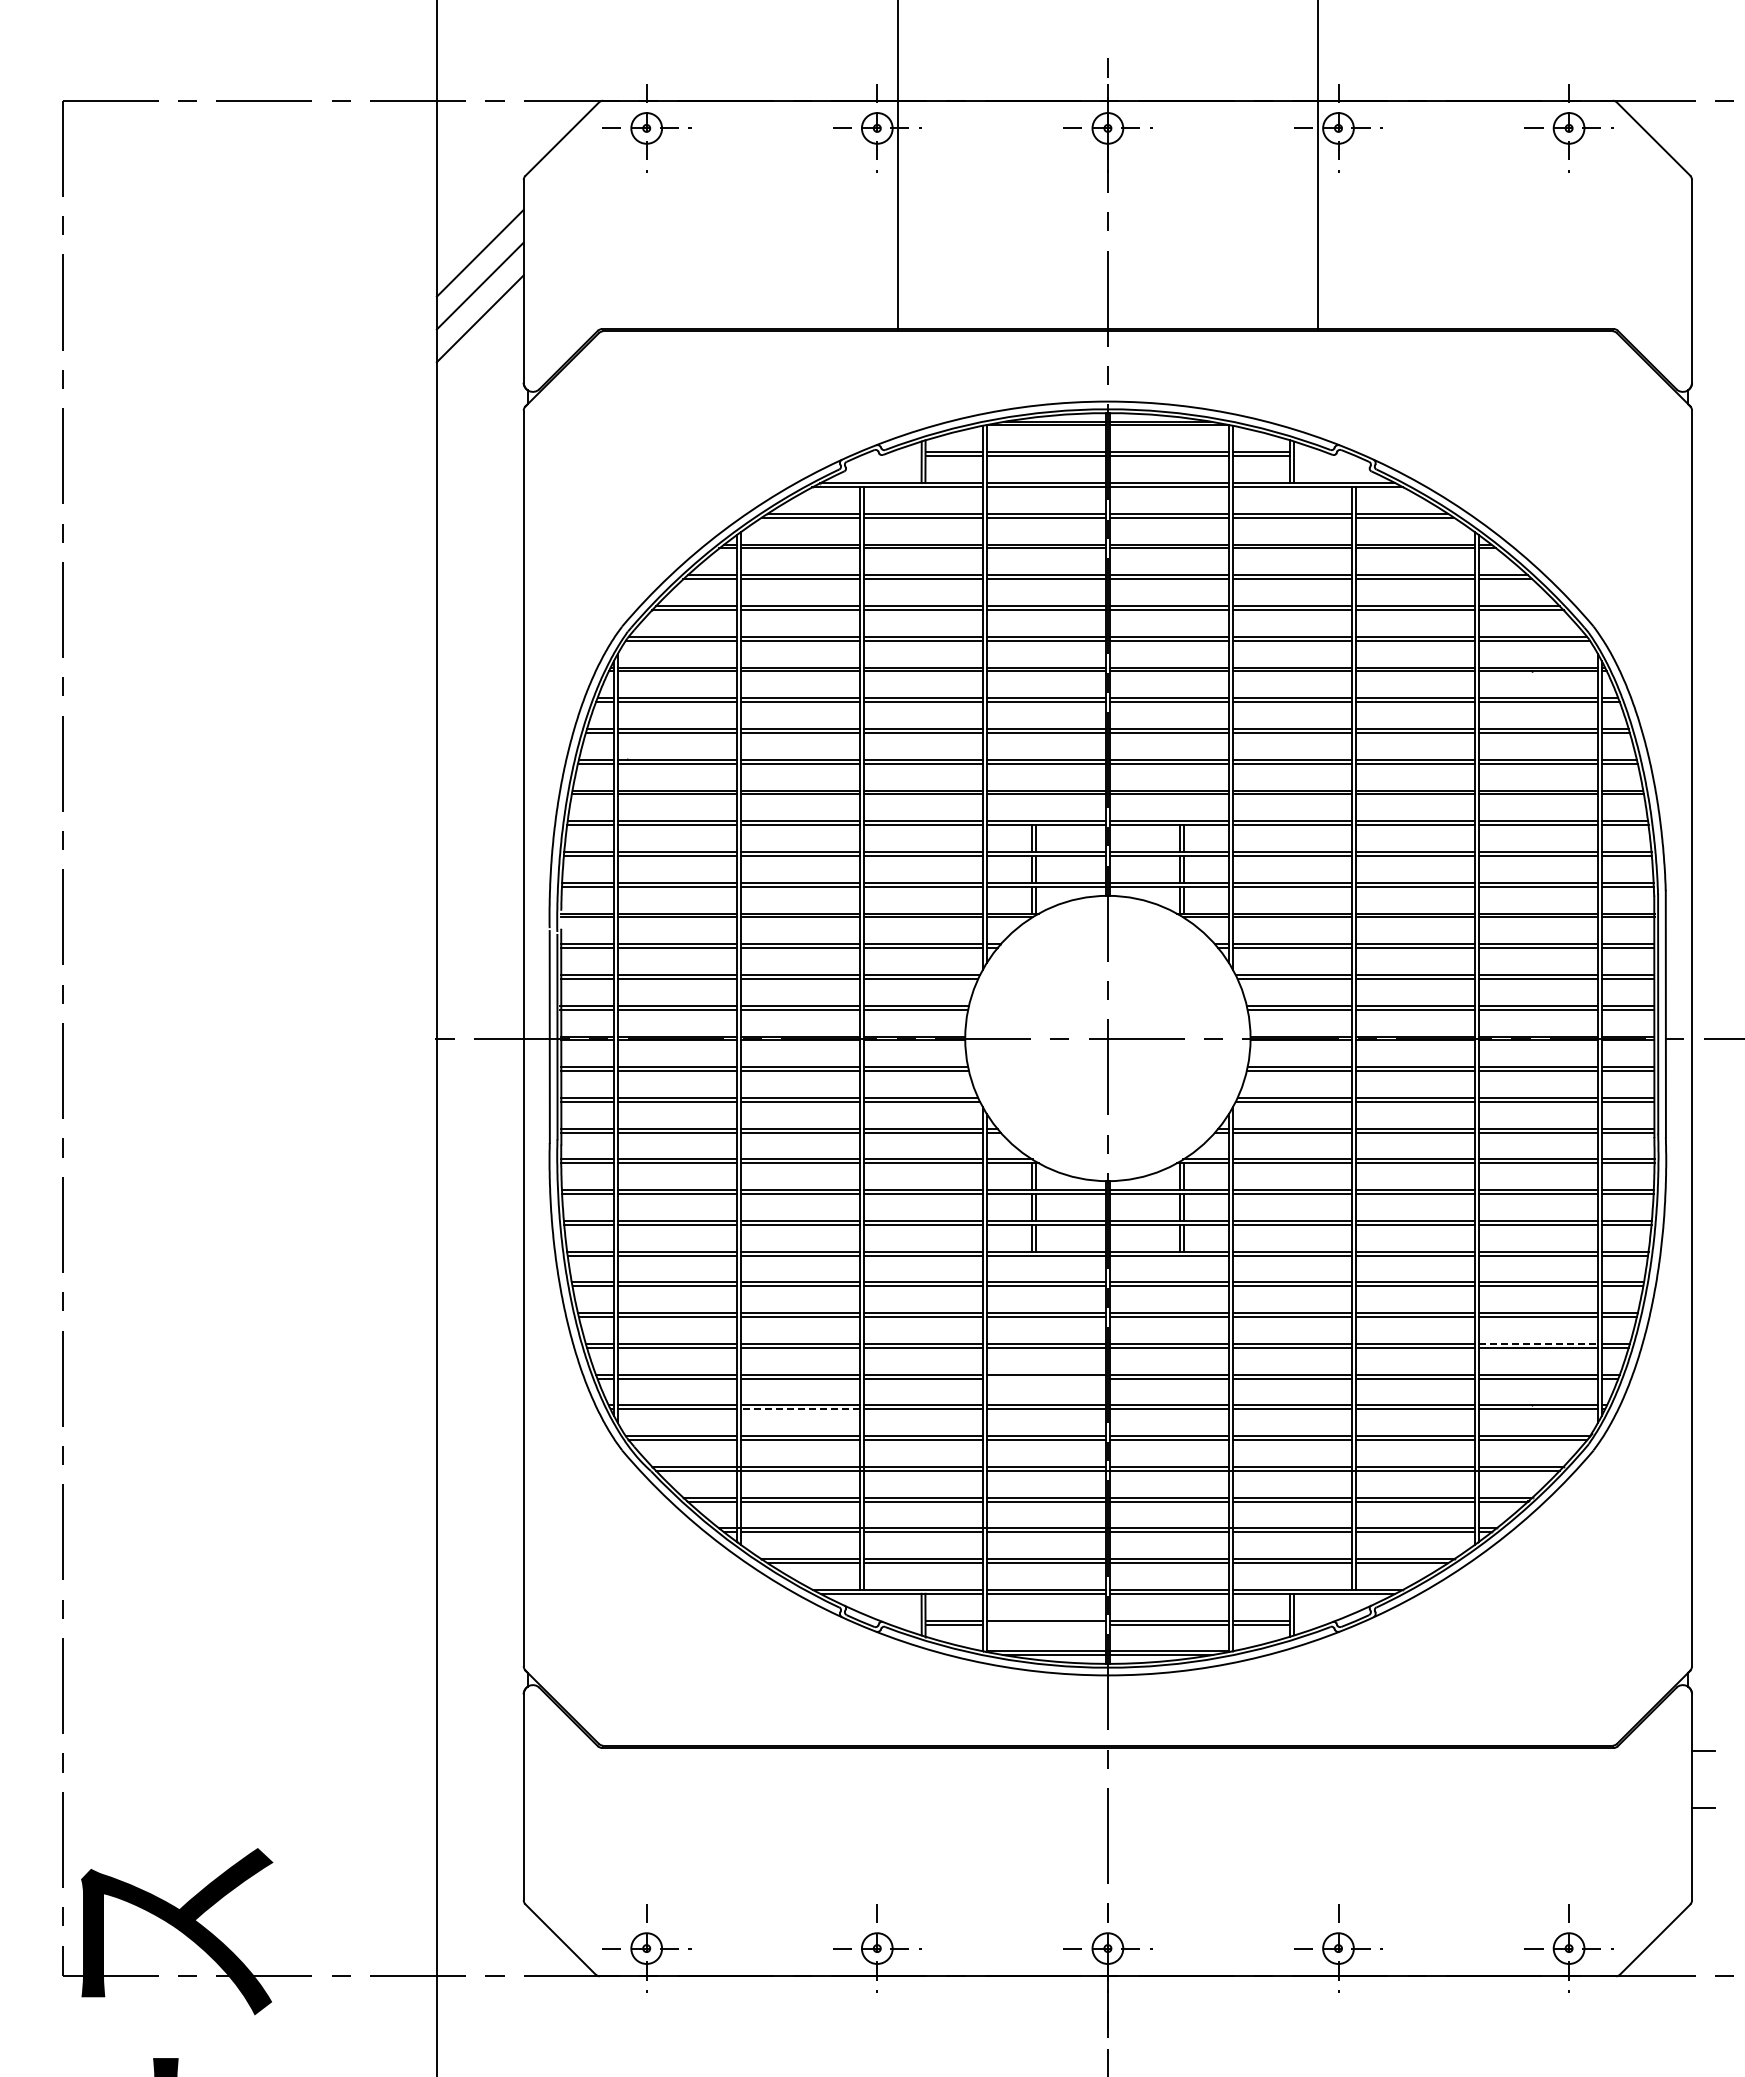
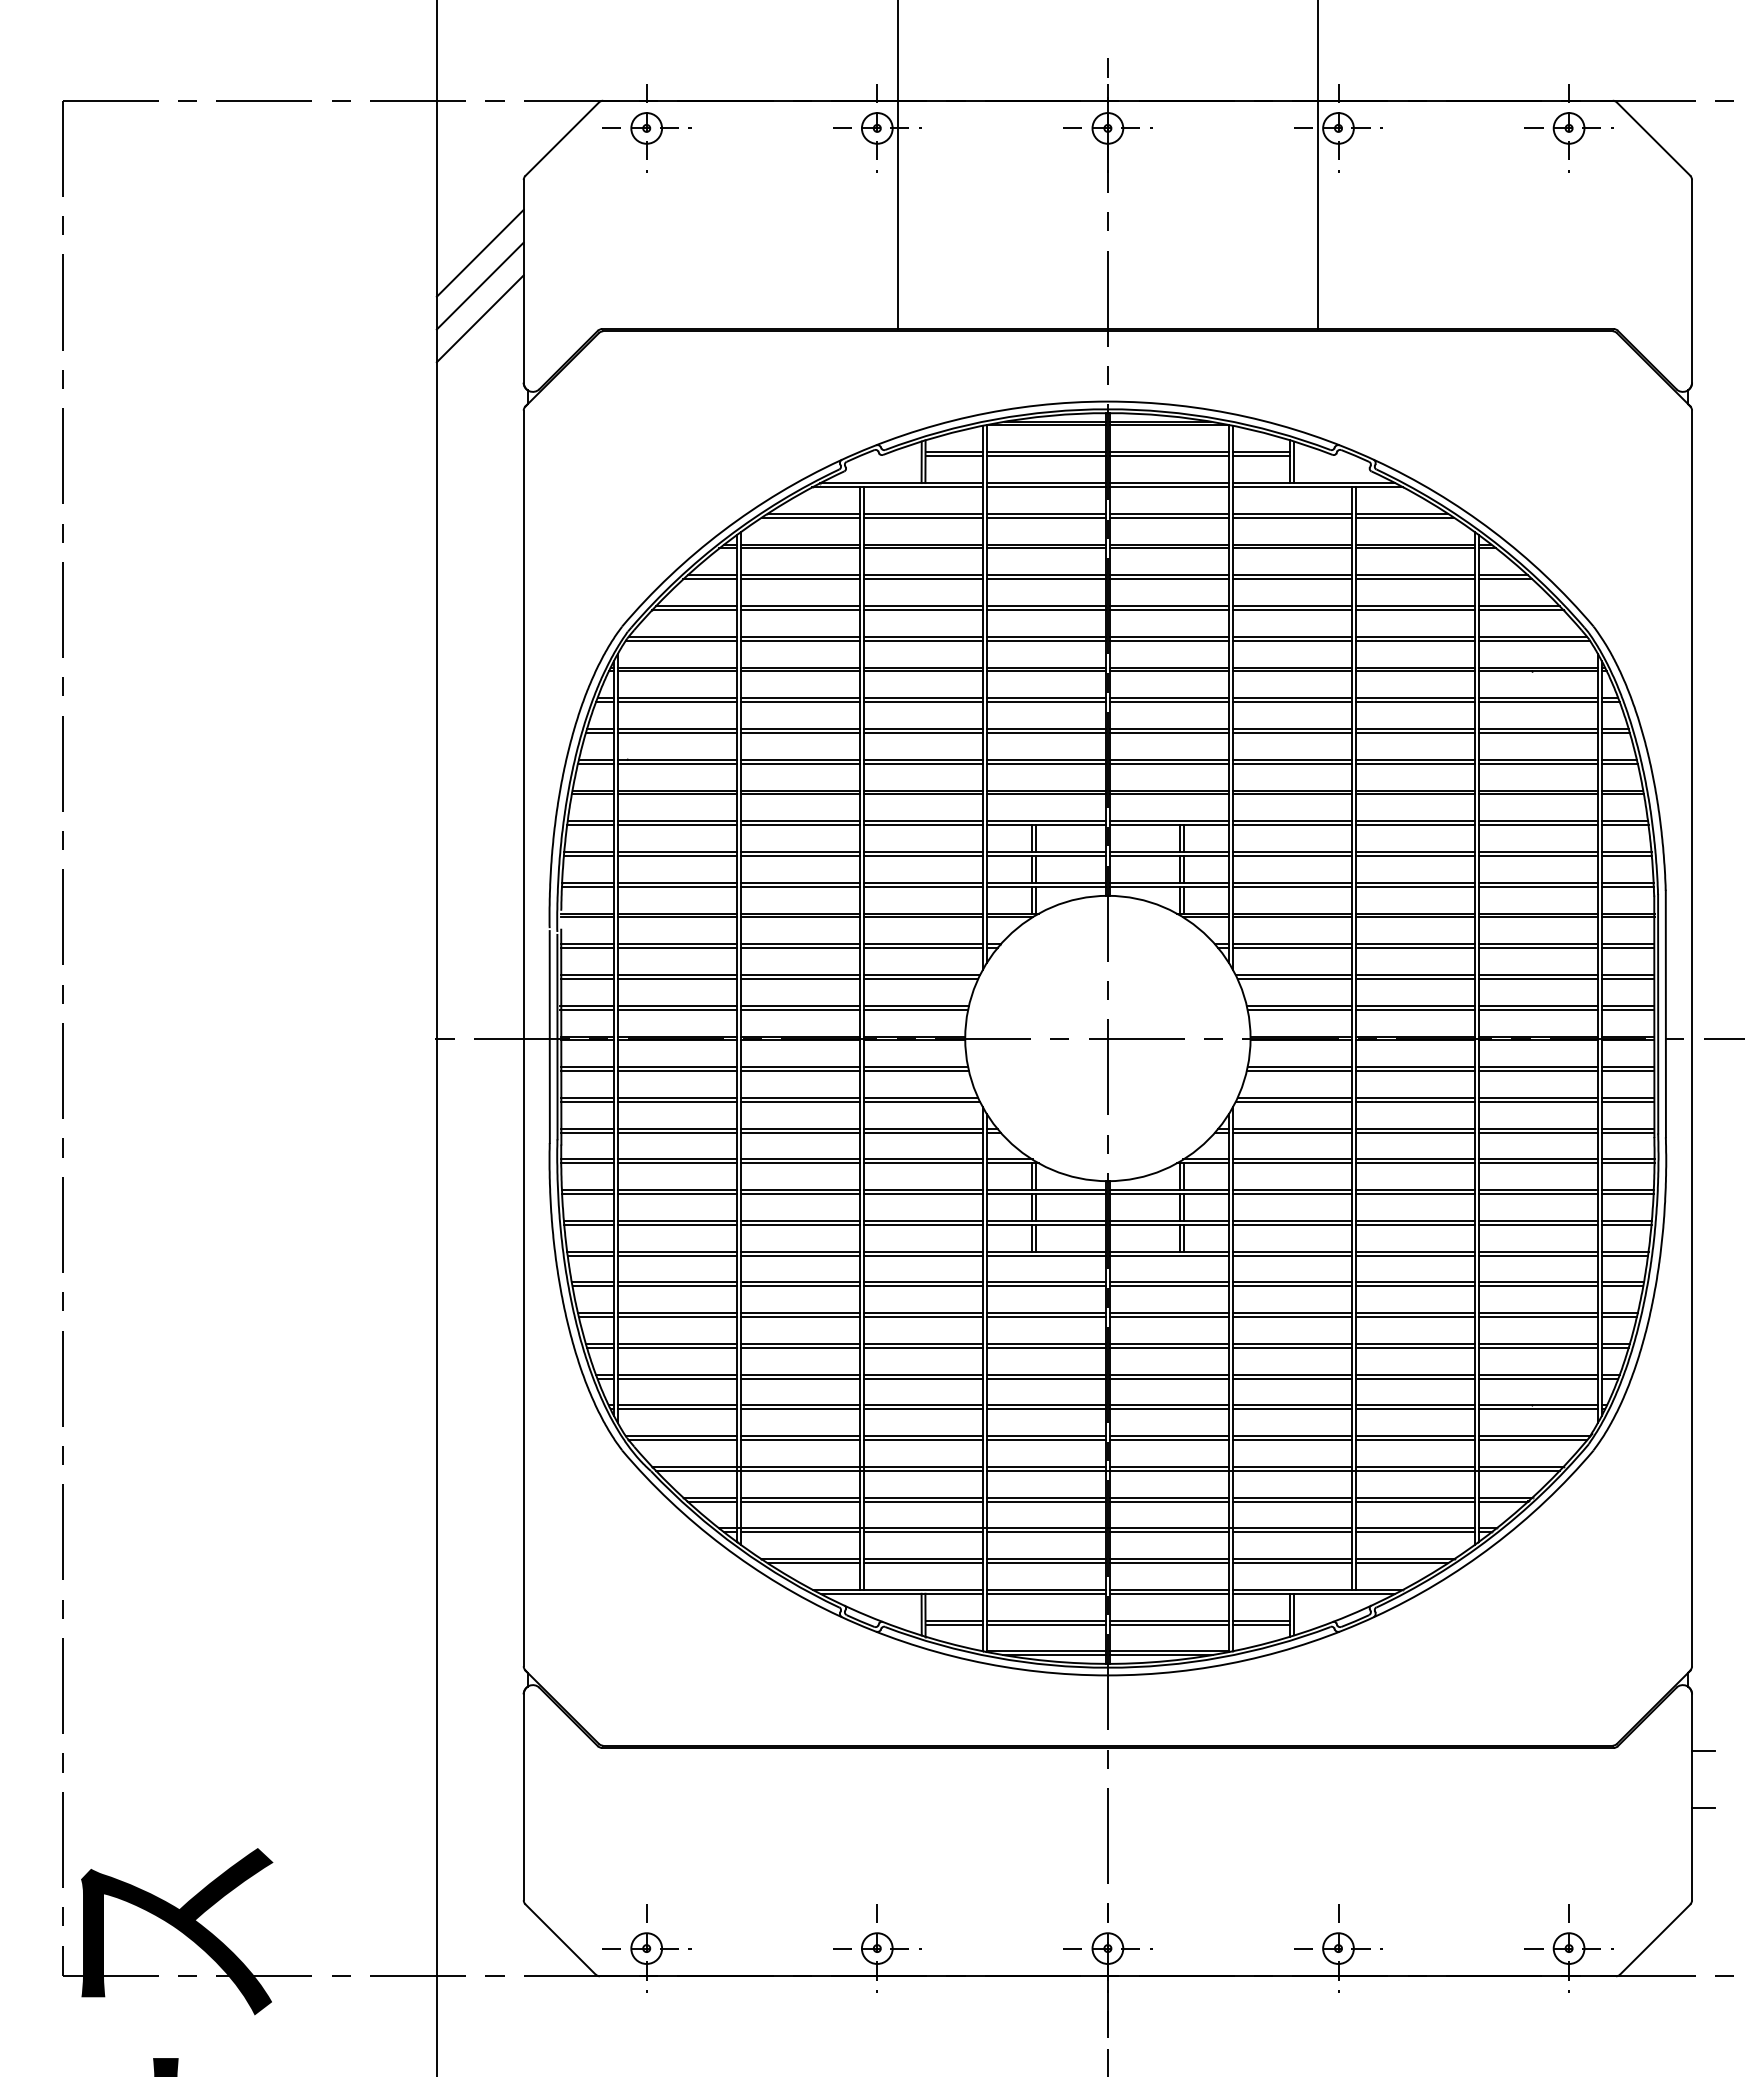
line at (1538, 1343): dashed -> solid
line at (1046, 1378): none -> present
line at (800, 1409): dashed -> solid
line at (1046, 1624): none -> present
